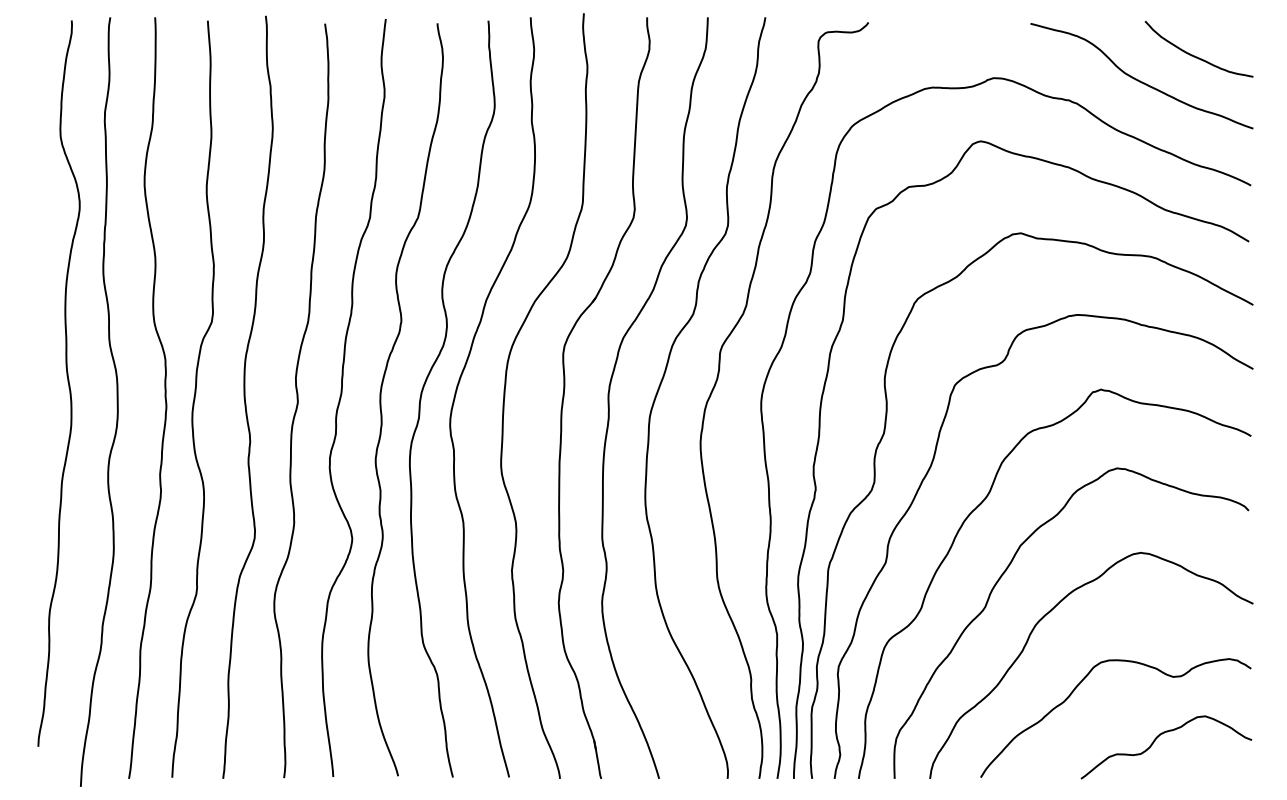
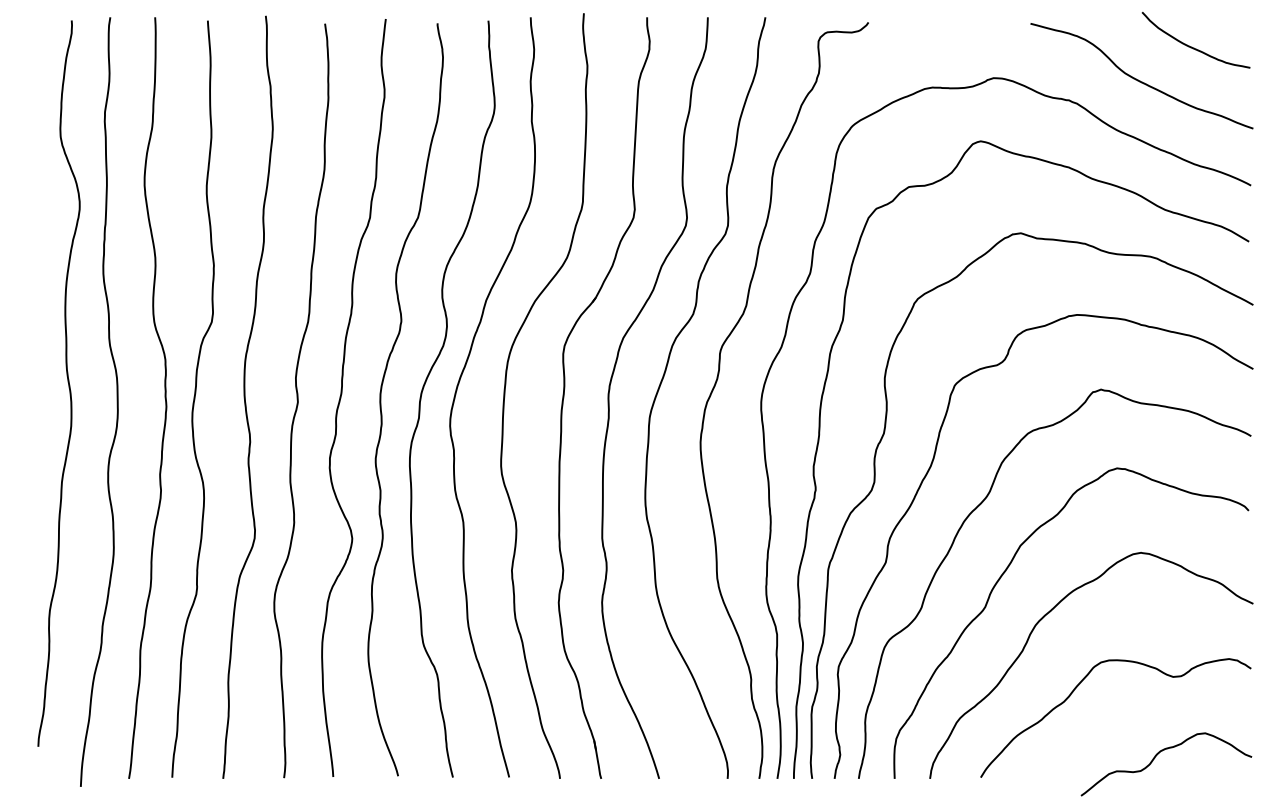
curve at (1197, 56) position: (1197, 56) -> (1194, 47)
curve at (1155, 741) position: (1155, 741) -> (1155, 758)
